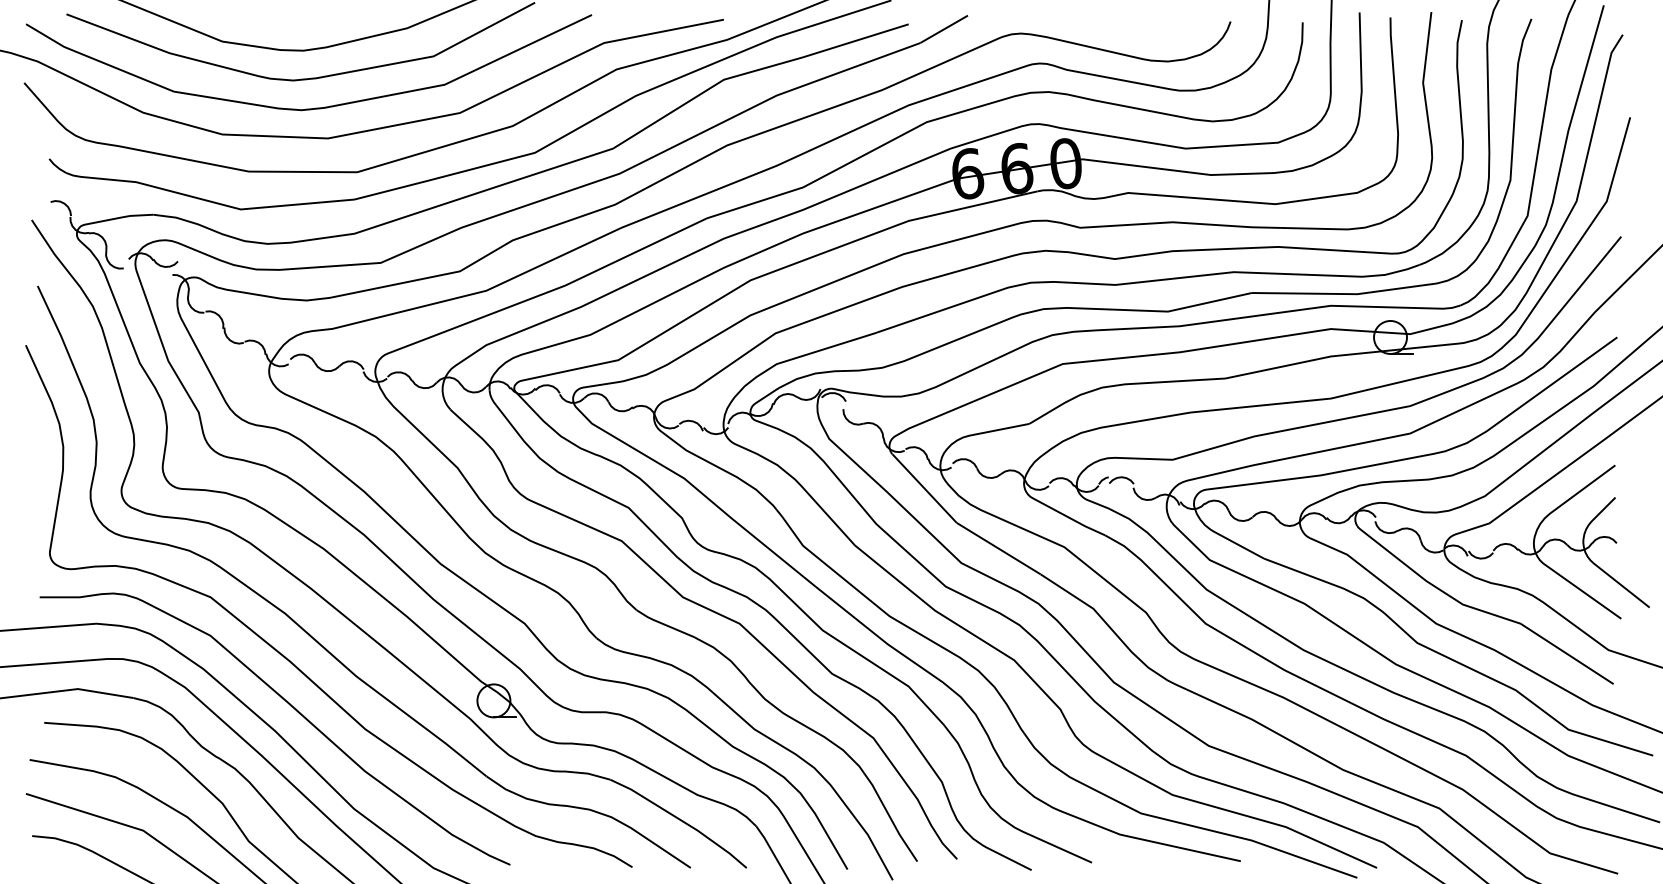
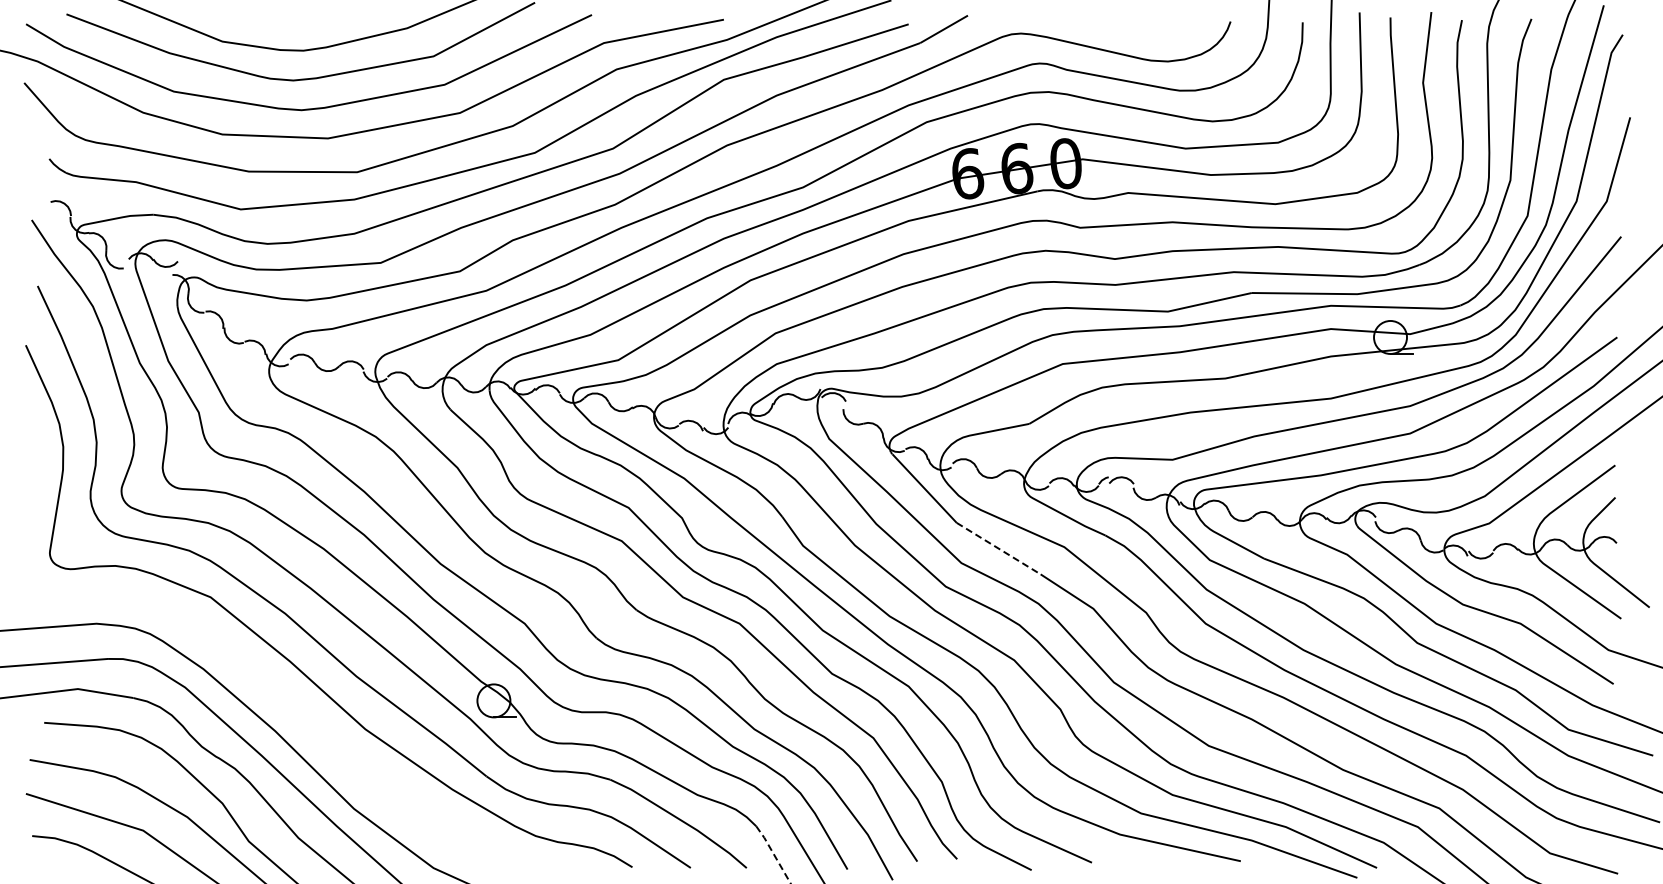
line at (999, 548): solid -> dashed
curve at (291, 707): present -> none
line at (773, 854): solid -> dashed
